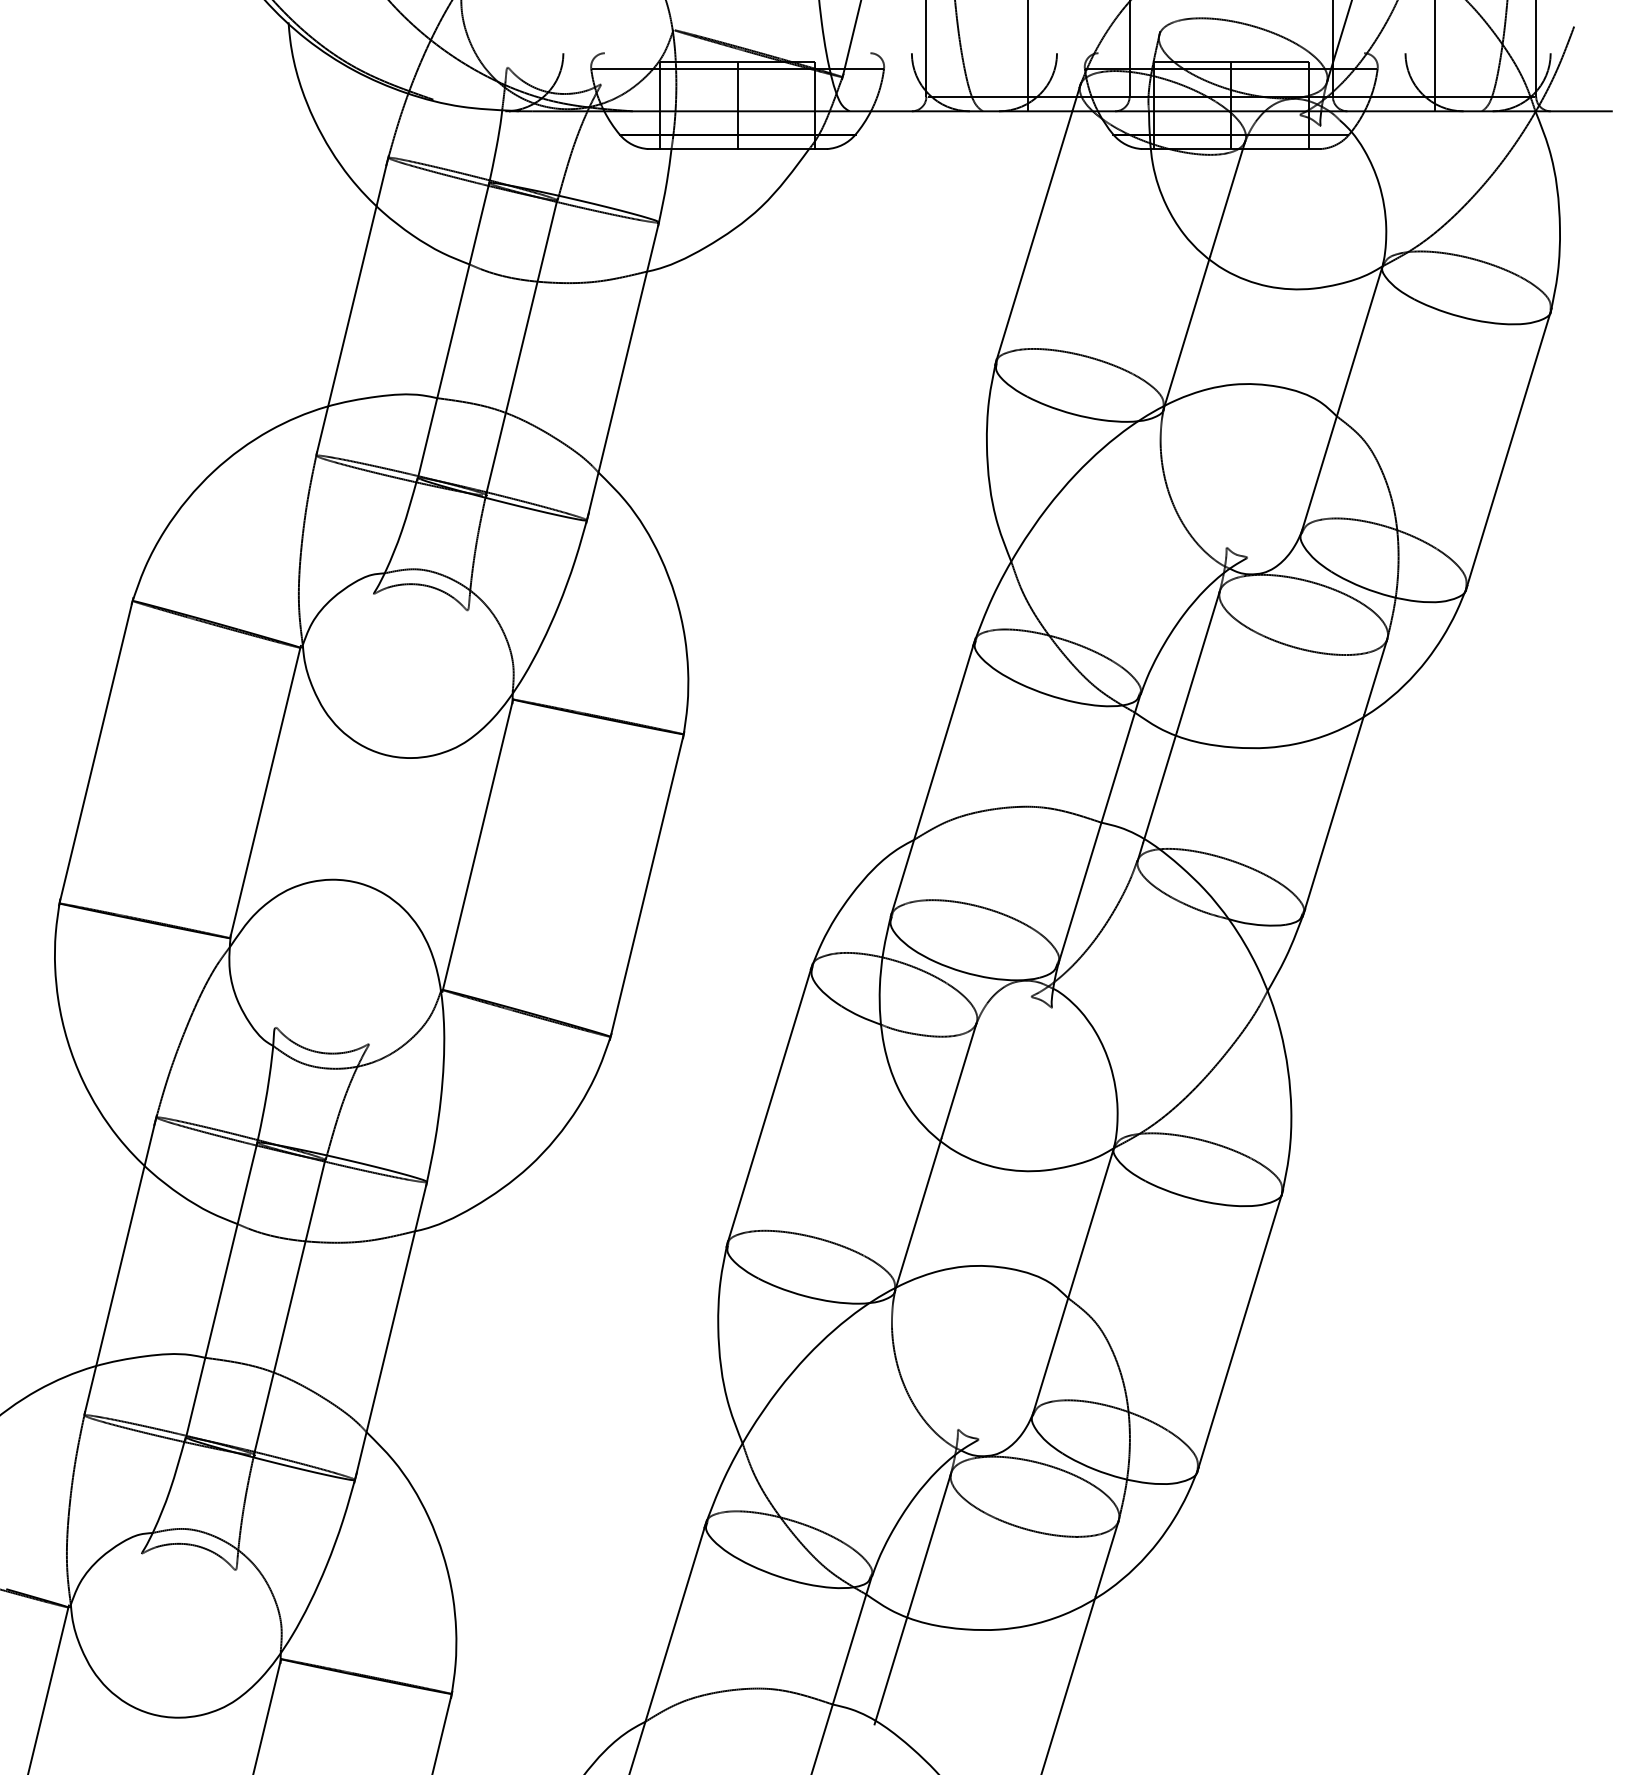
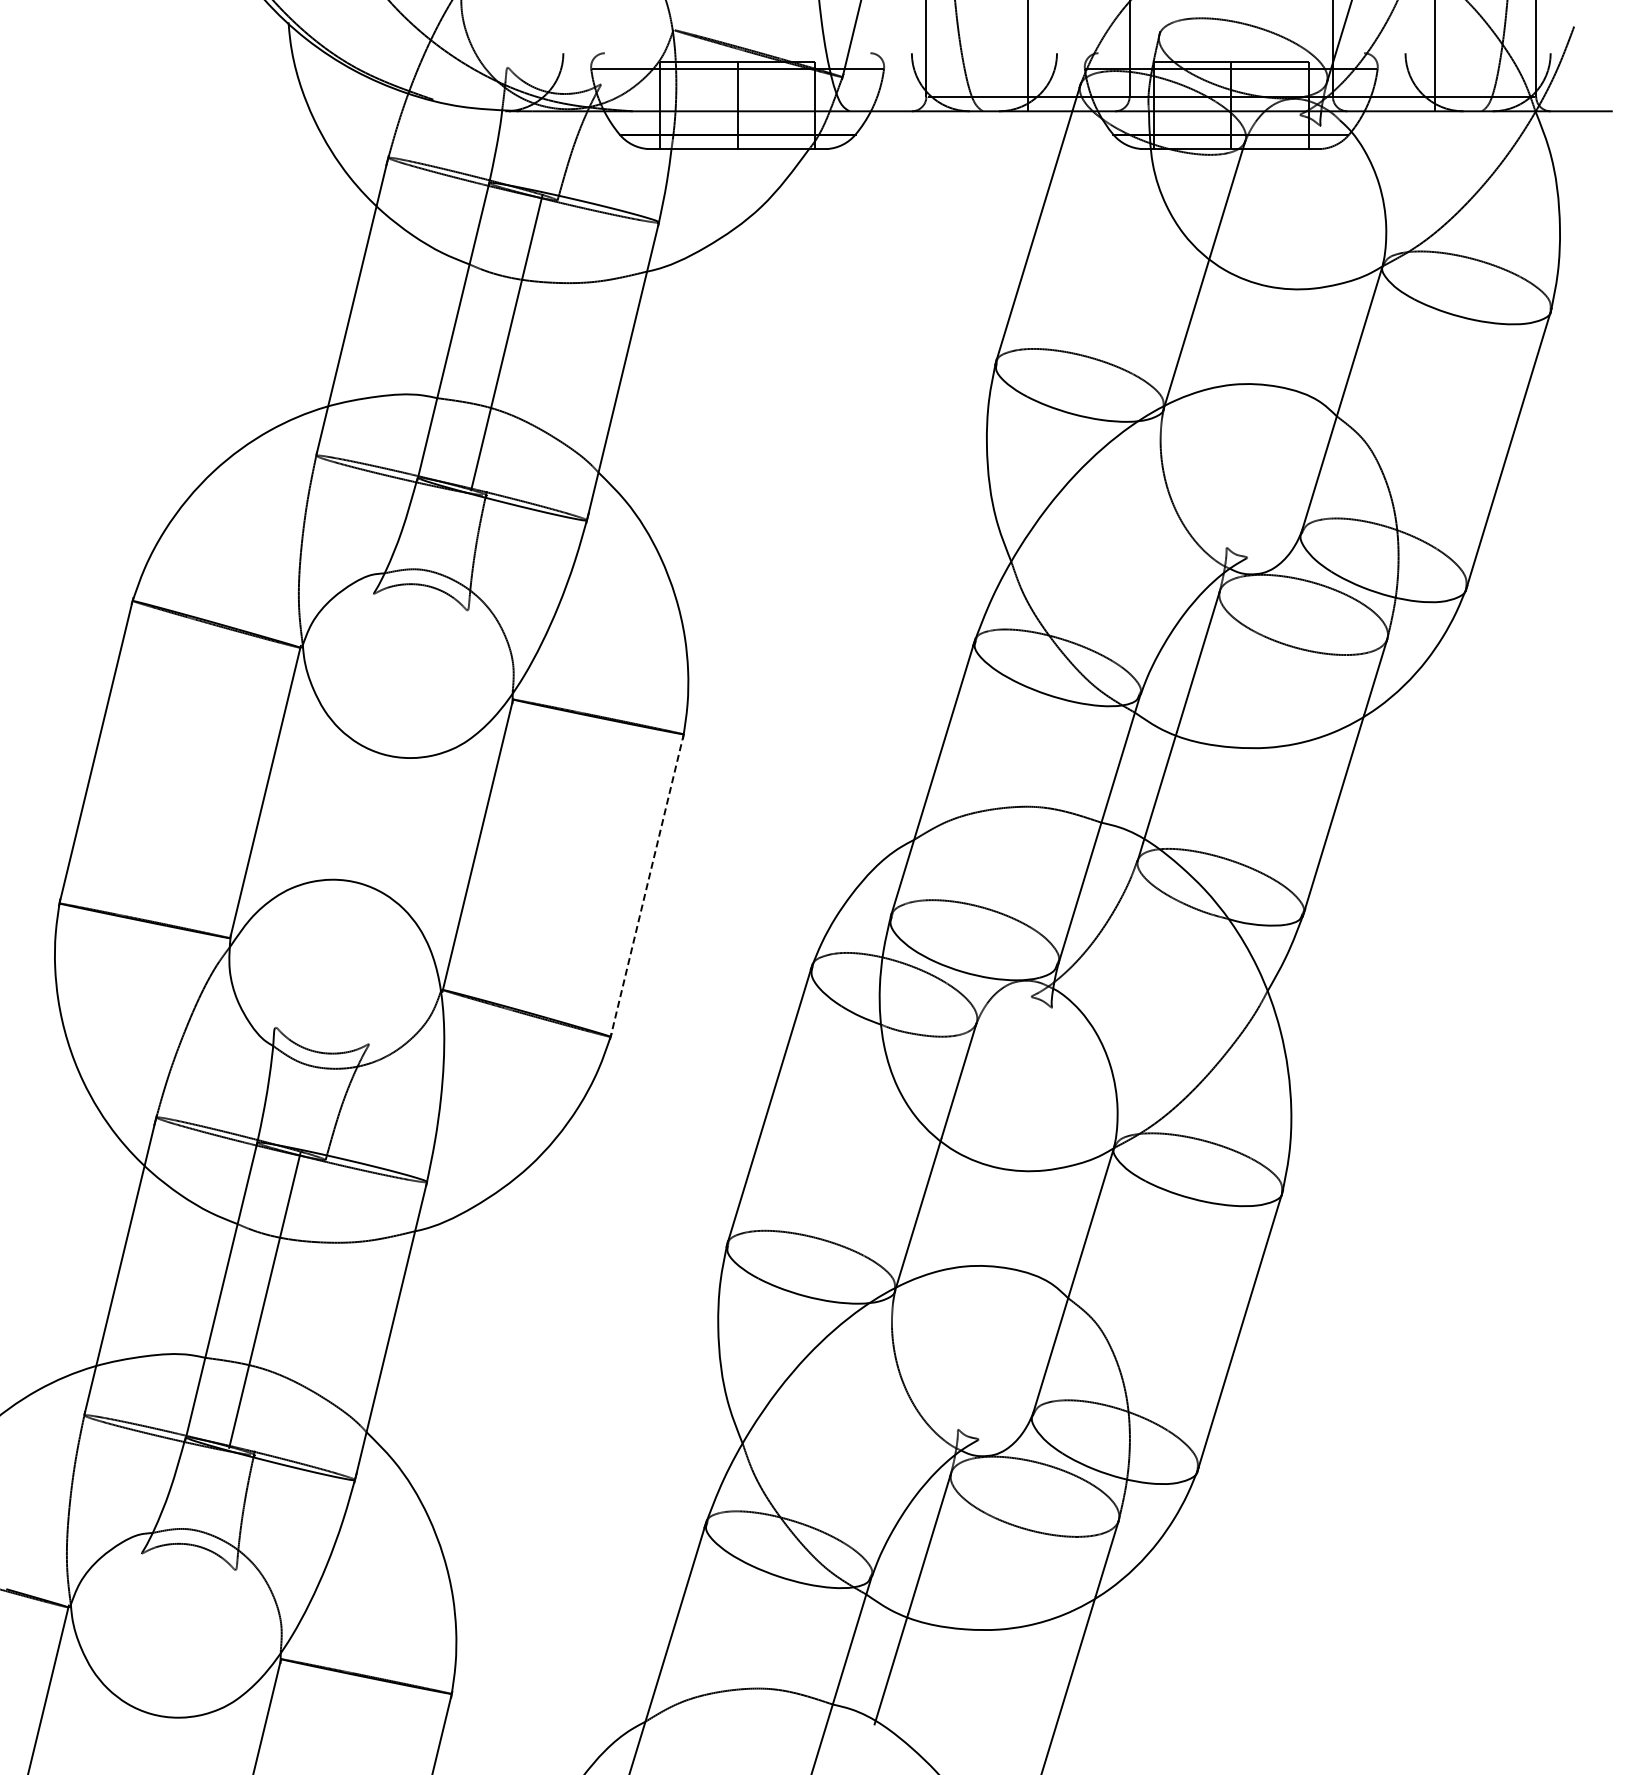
line at (521, 346) position: (521, 346) -> (506, 342)
line at (647, 885): solid -> dashed
line at (289, 1305) position: (289, 1305) -> (264, 1299)
